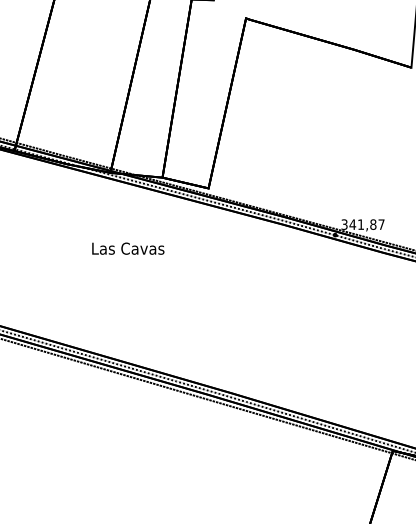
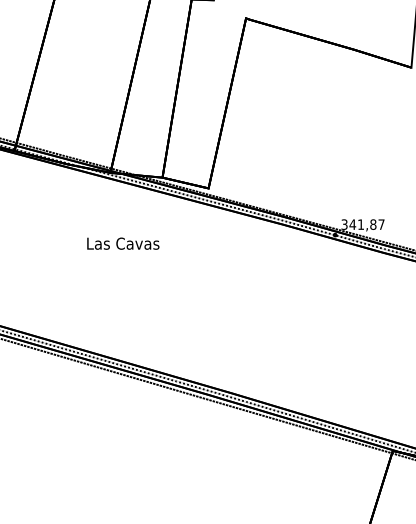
text at (128, 248) position: (128, 248) -> (123, 243)
